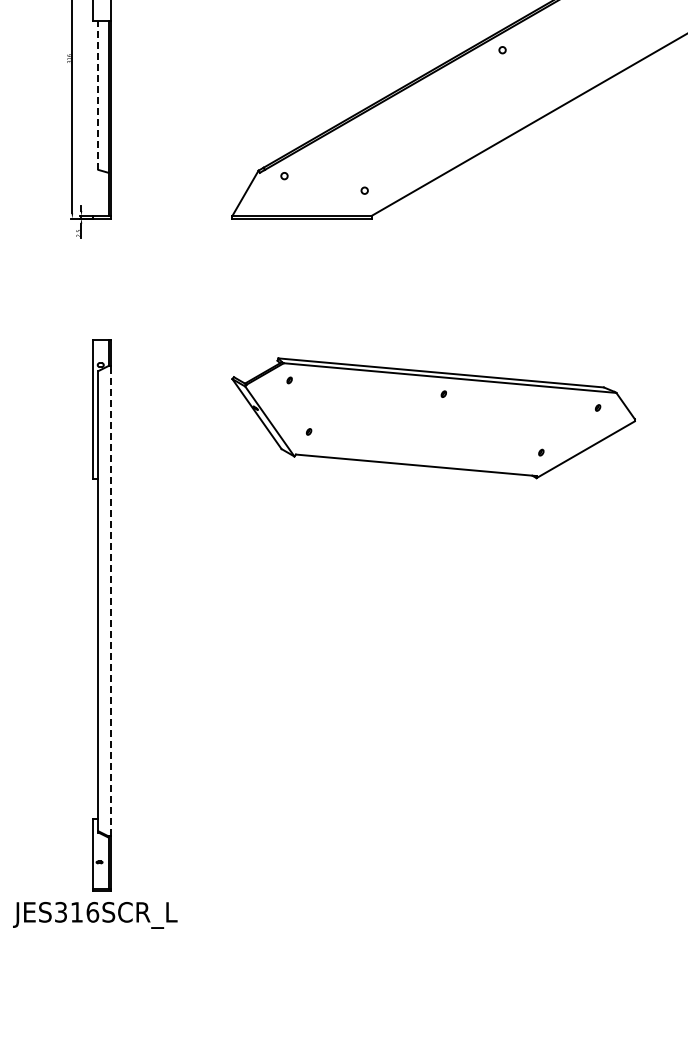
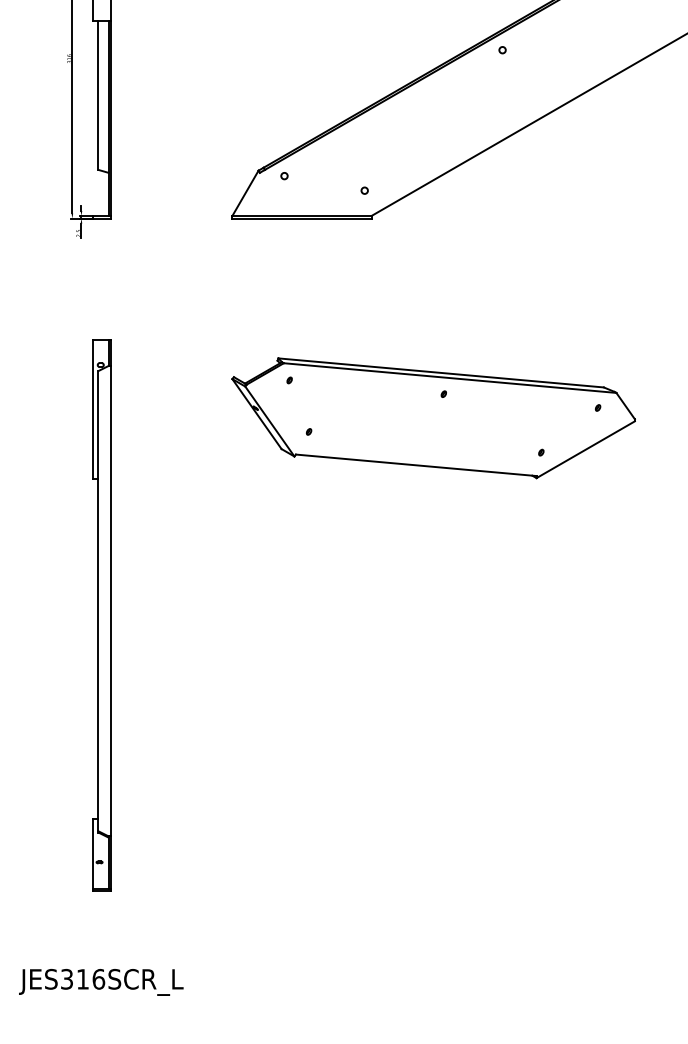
line at (98, 95): dashed -> solid
line at (111, 600): dashed -> solid
text at (95, 915) position: (95, 915) -> (101, 982)
